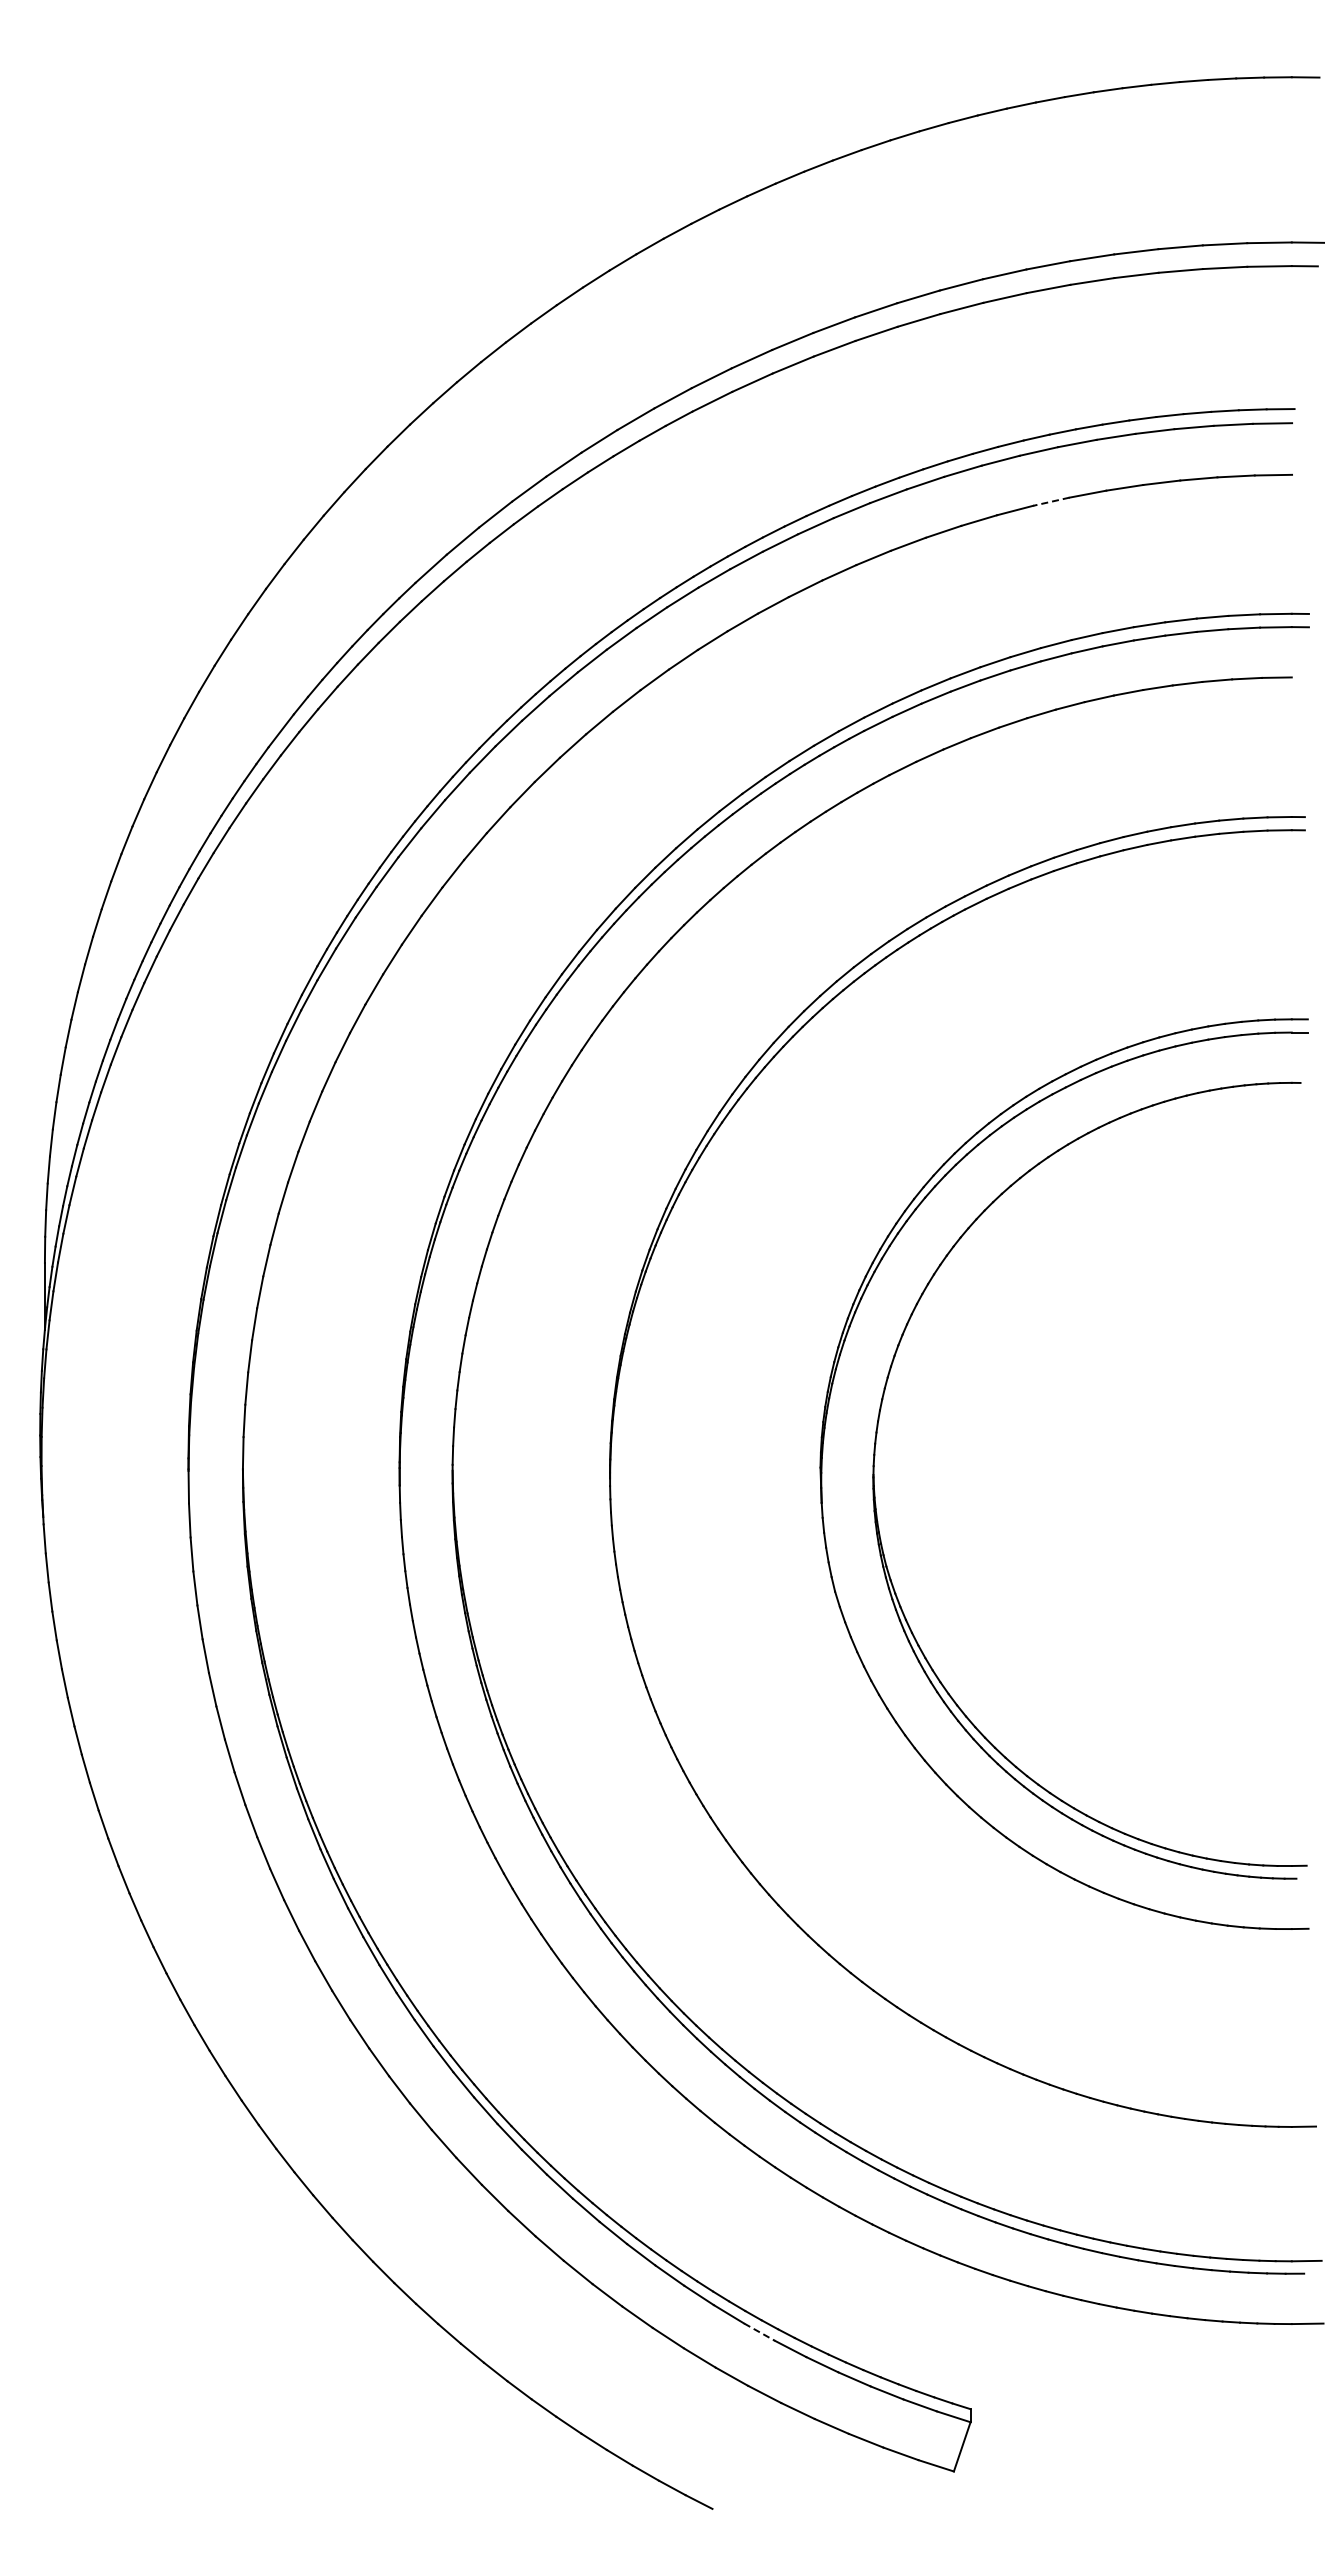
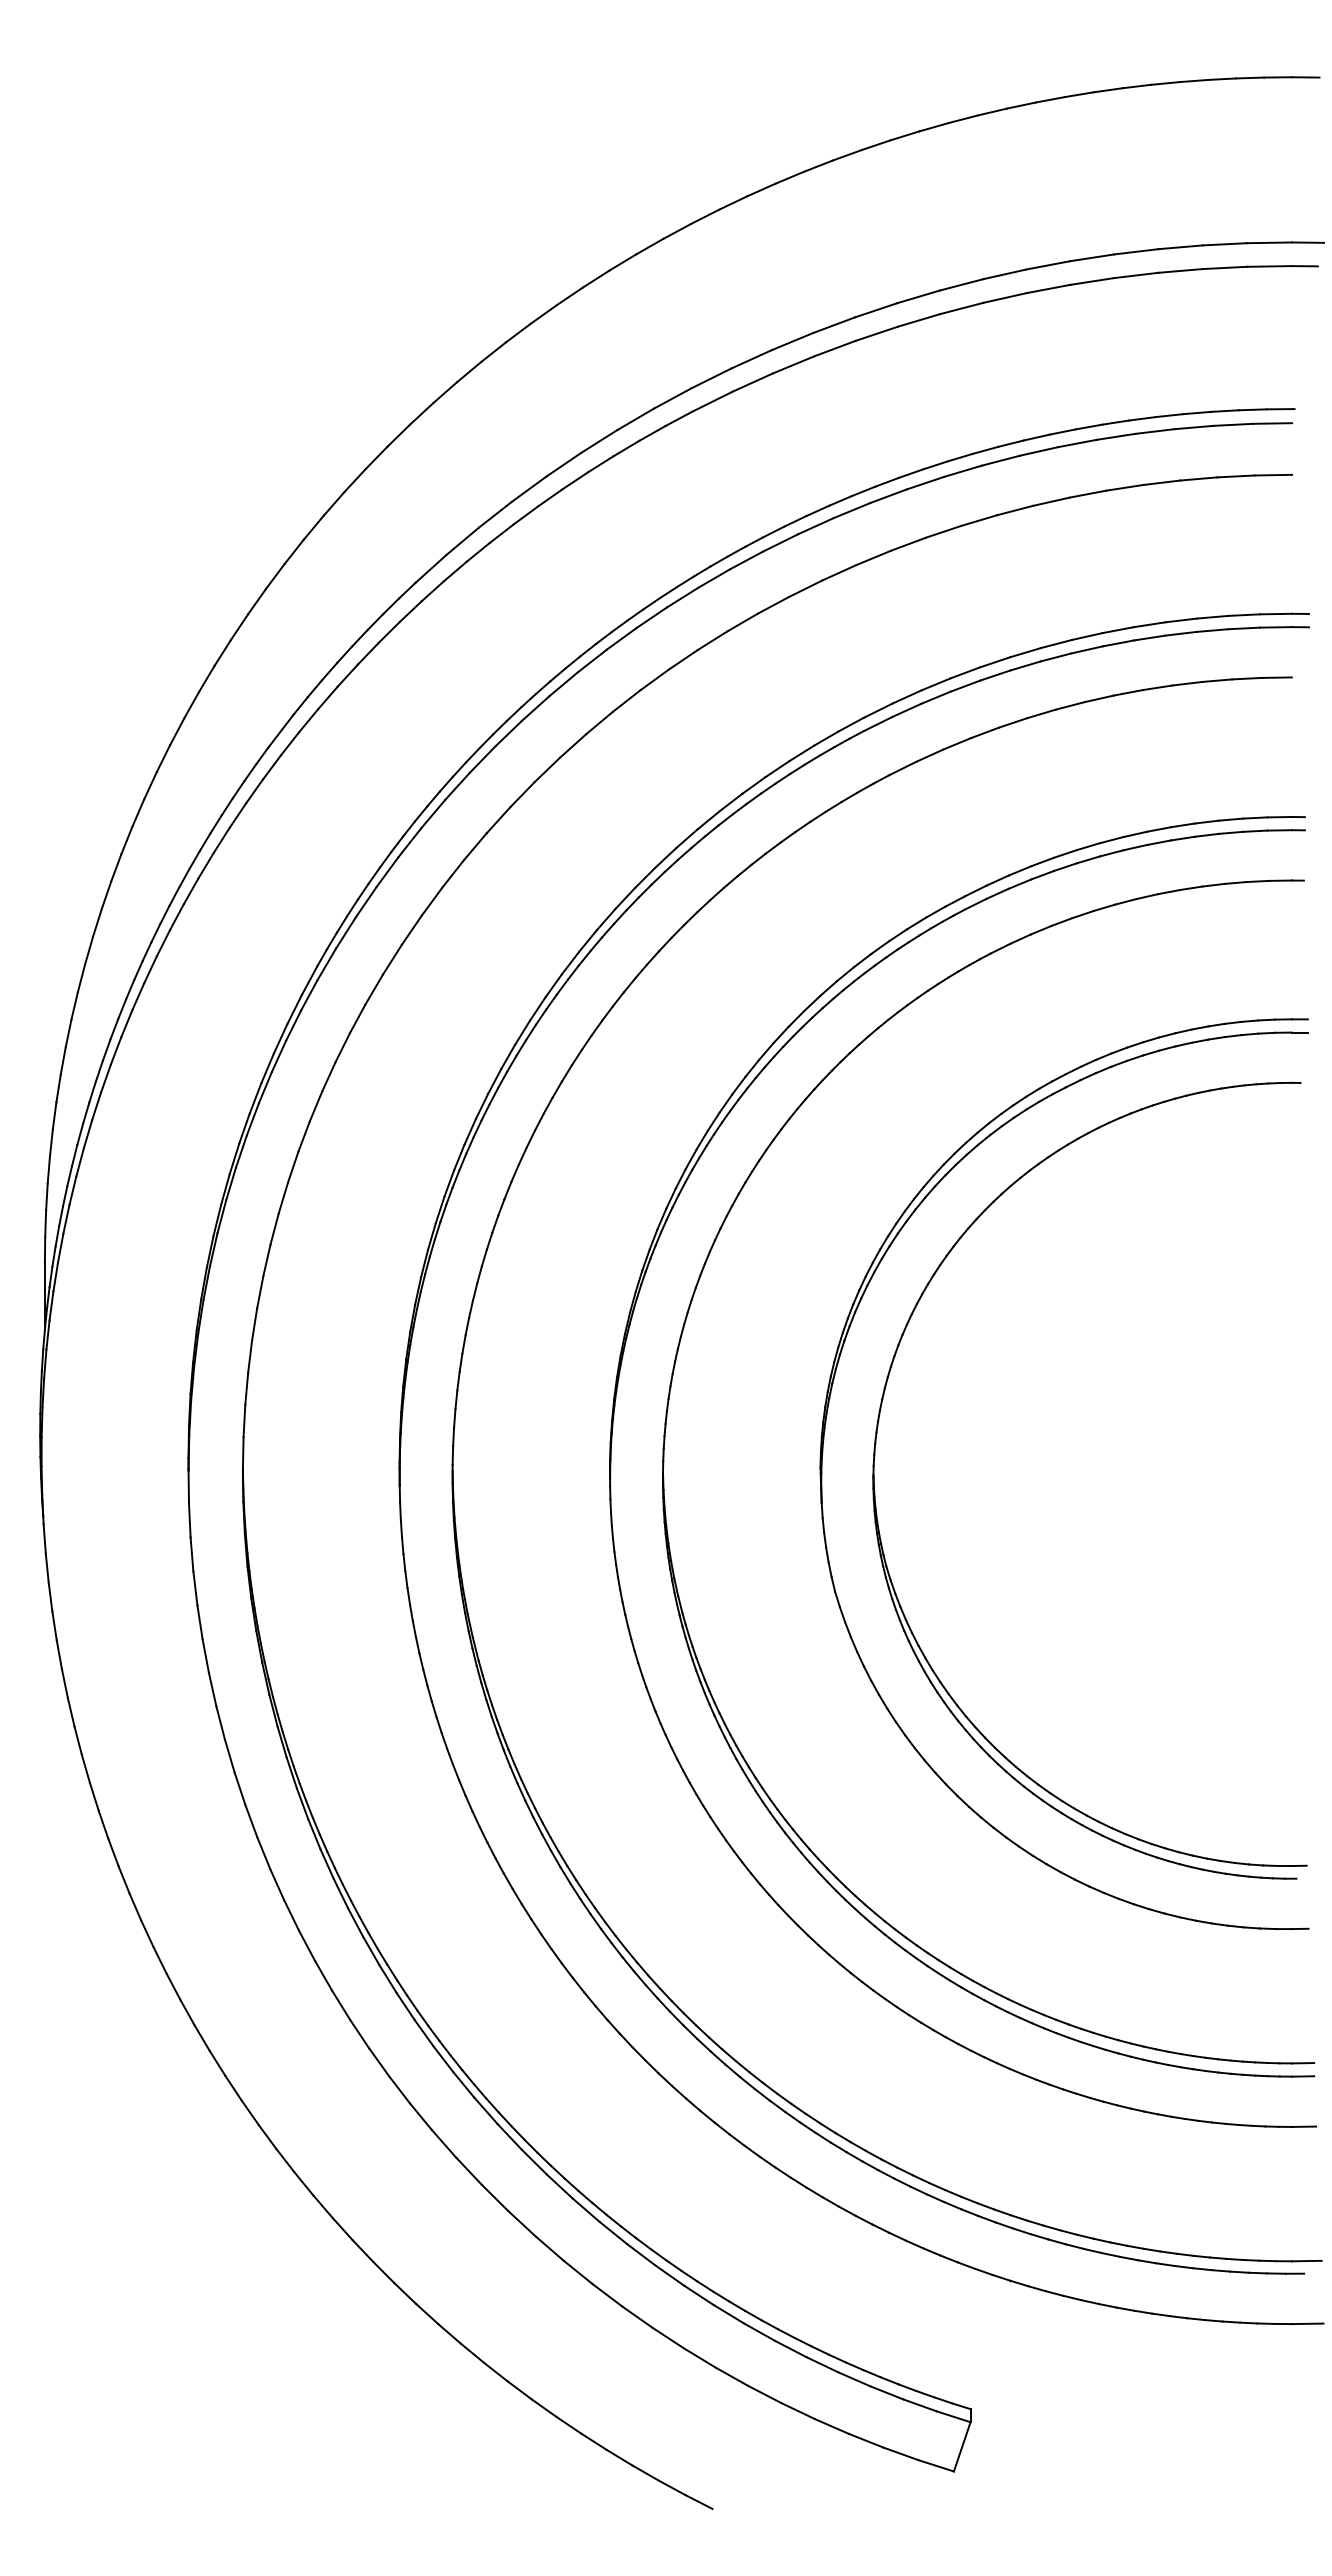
line at (1051, 501): dashed -> solid
part at (665, 1501): none -> present
line at (759, 2332): dashed -> solid
